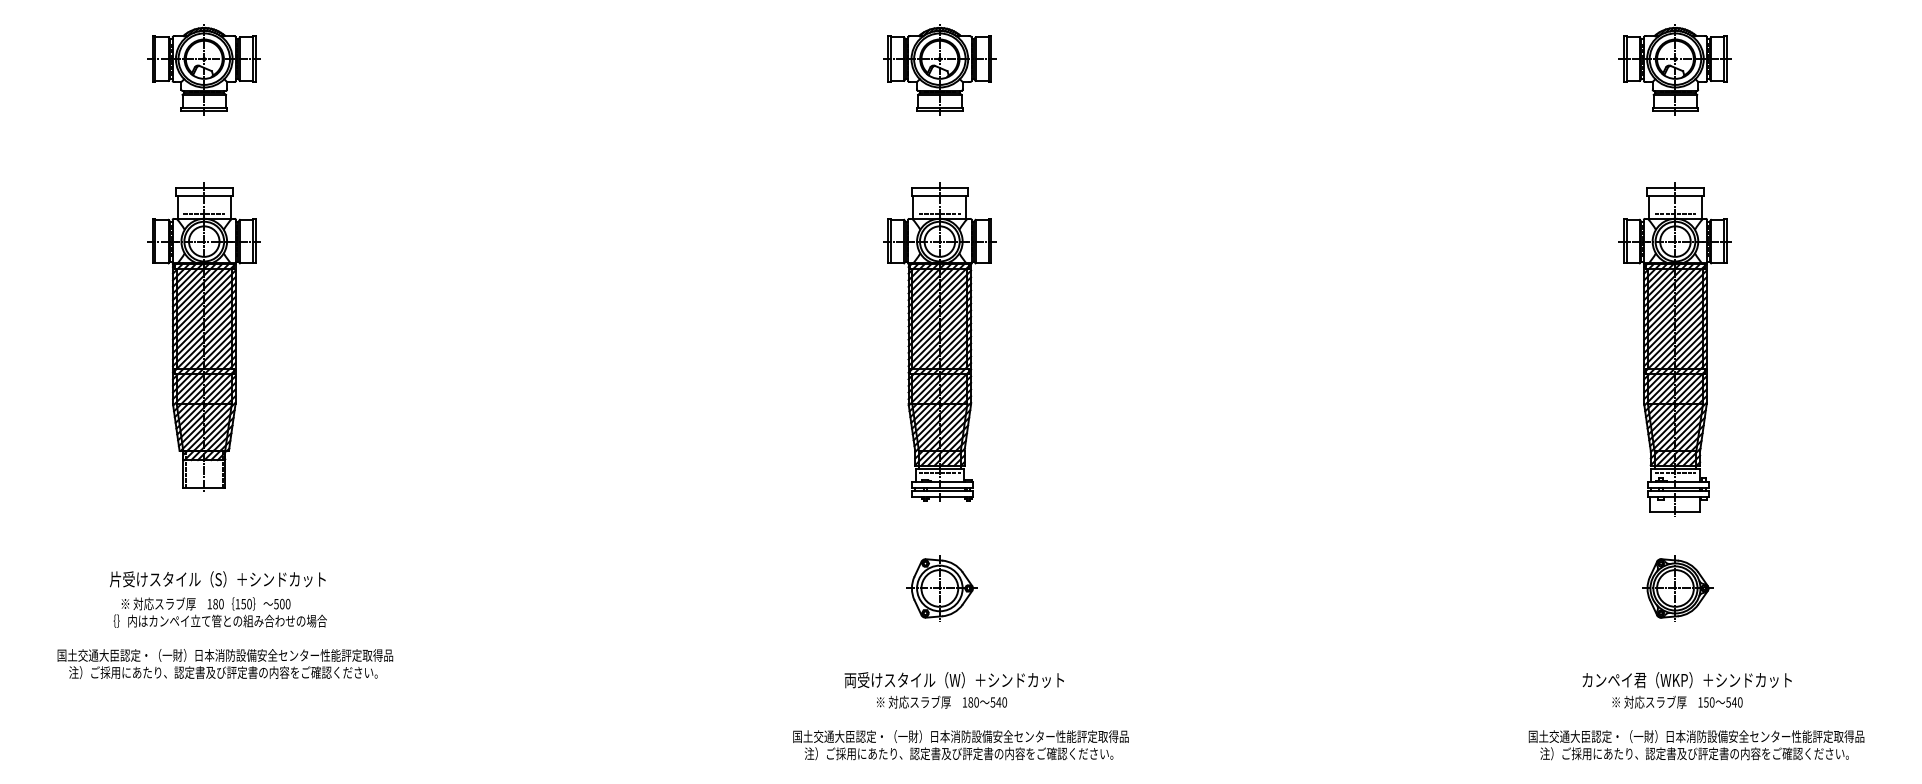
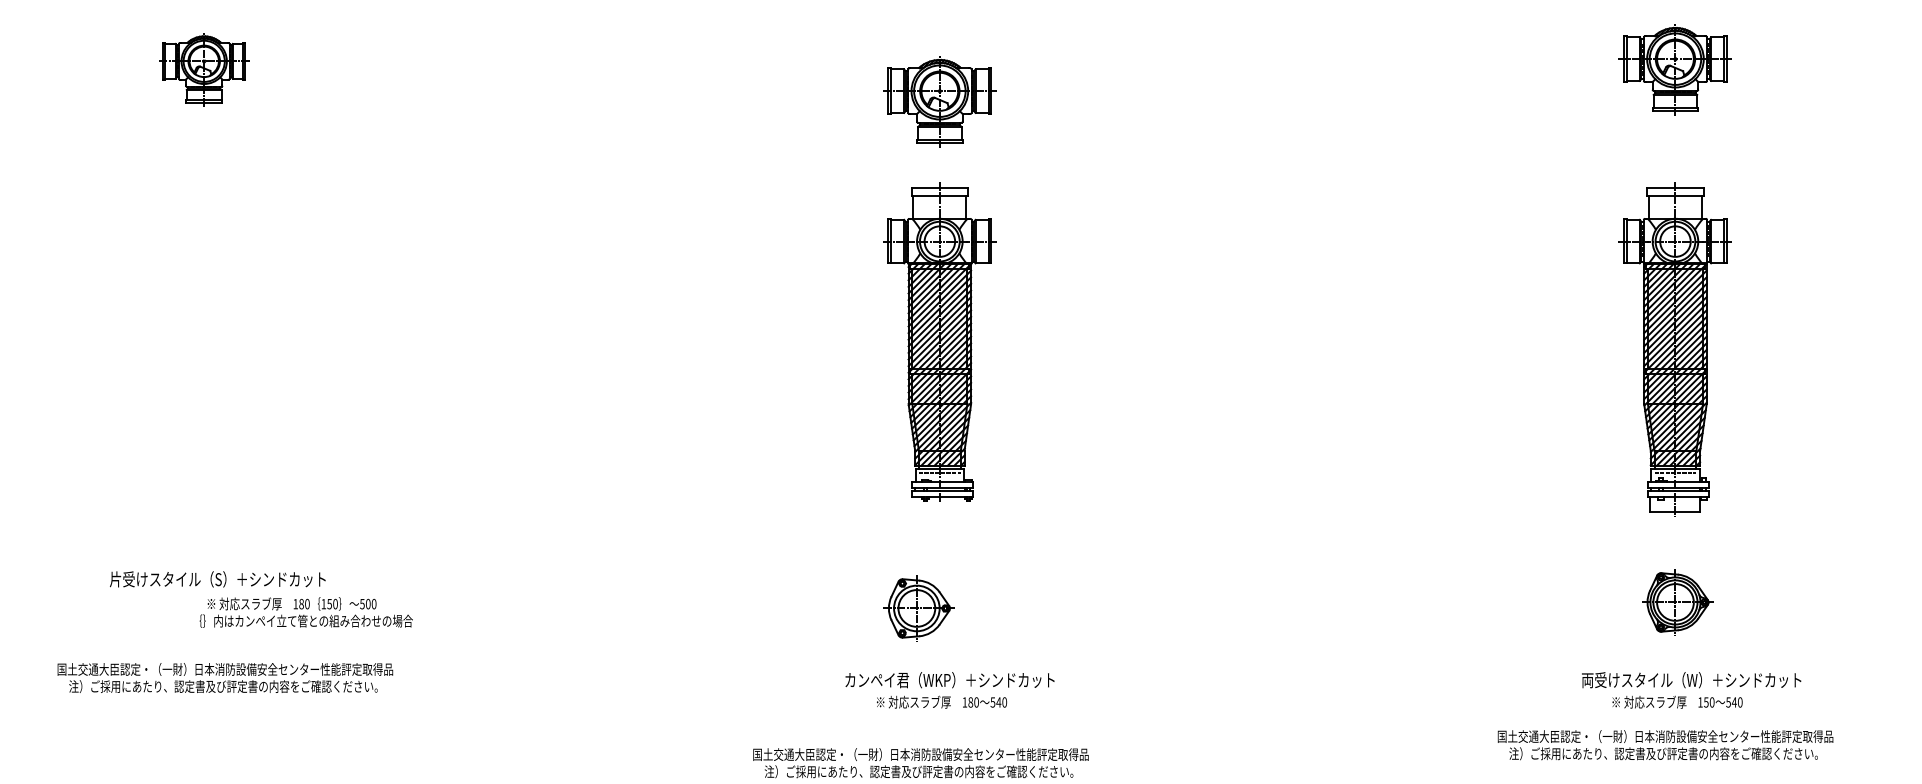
part at (203, 69) size: 114x92 px -> 91x74 px
part at (939, 69) position: (939, 69) -> (939, 101)
line at (939, 213): present -> none
line at (1675, 213): present -> none
part at (203, 336): present -> none
part at (941, 588) position: (941, 588) -> (918, 608)
part at (1677, 588) position: (1677, 588) -> (1677, 602)
text at (219, 612) position: (219, 612) -> (305, 612)
text at (225, 663) position: (225, 663) -> (225, 677)
text at (953, 680): 両受けスタイル（W）＋シンドカット -> カンペイ君（WKP）＋シンドカット
text at (1691, 680): カンペイ君（WKP）＋シンドカット -> 両受けスタイル（W）＋シンドカット
text at (960, 745) position: (960, 745) -> (920, 763)
text at (1696, 745) position: (1696, 745) -> (1665, 745)
